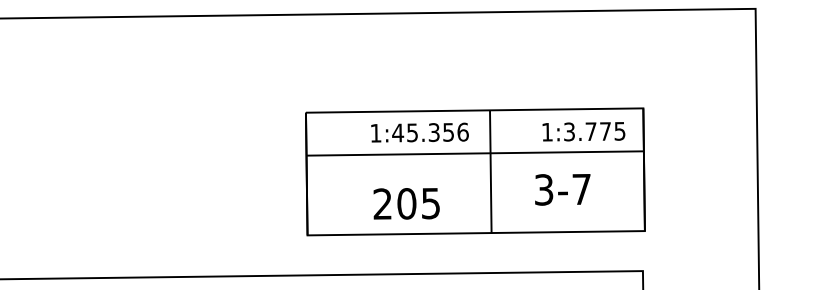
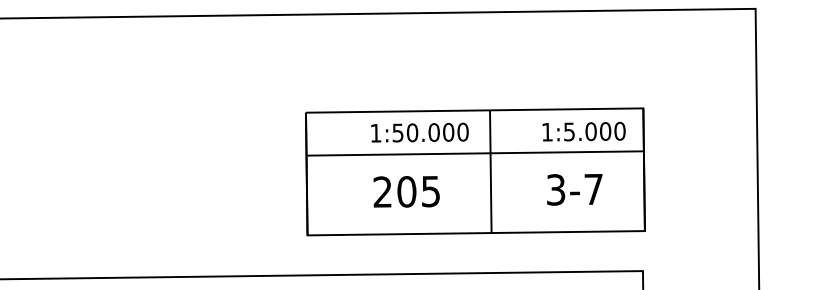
text at (594, 131): 1:3.775 -> 1:5.000
text at (430, 132): 1:45.356 -> 1:50.000
text at (562, 189) position: (562, 189) -> (574, 189)
text at (406, 203) position: (406, 203) -> (406, 191)
